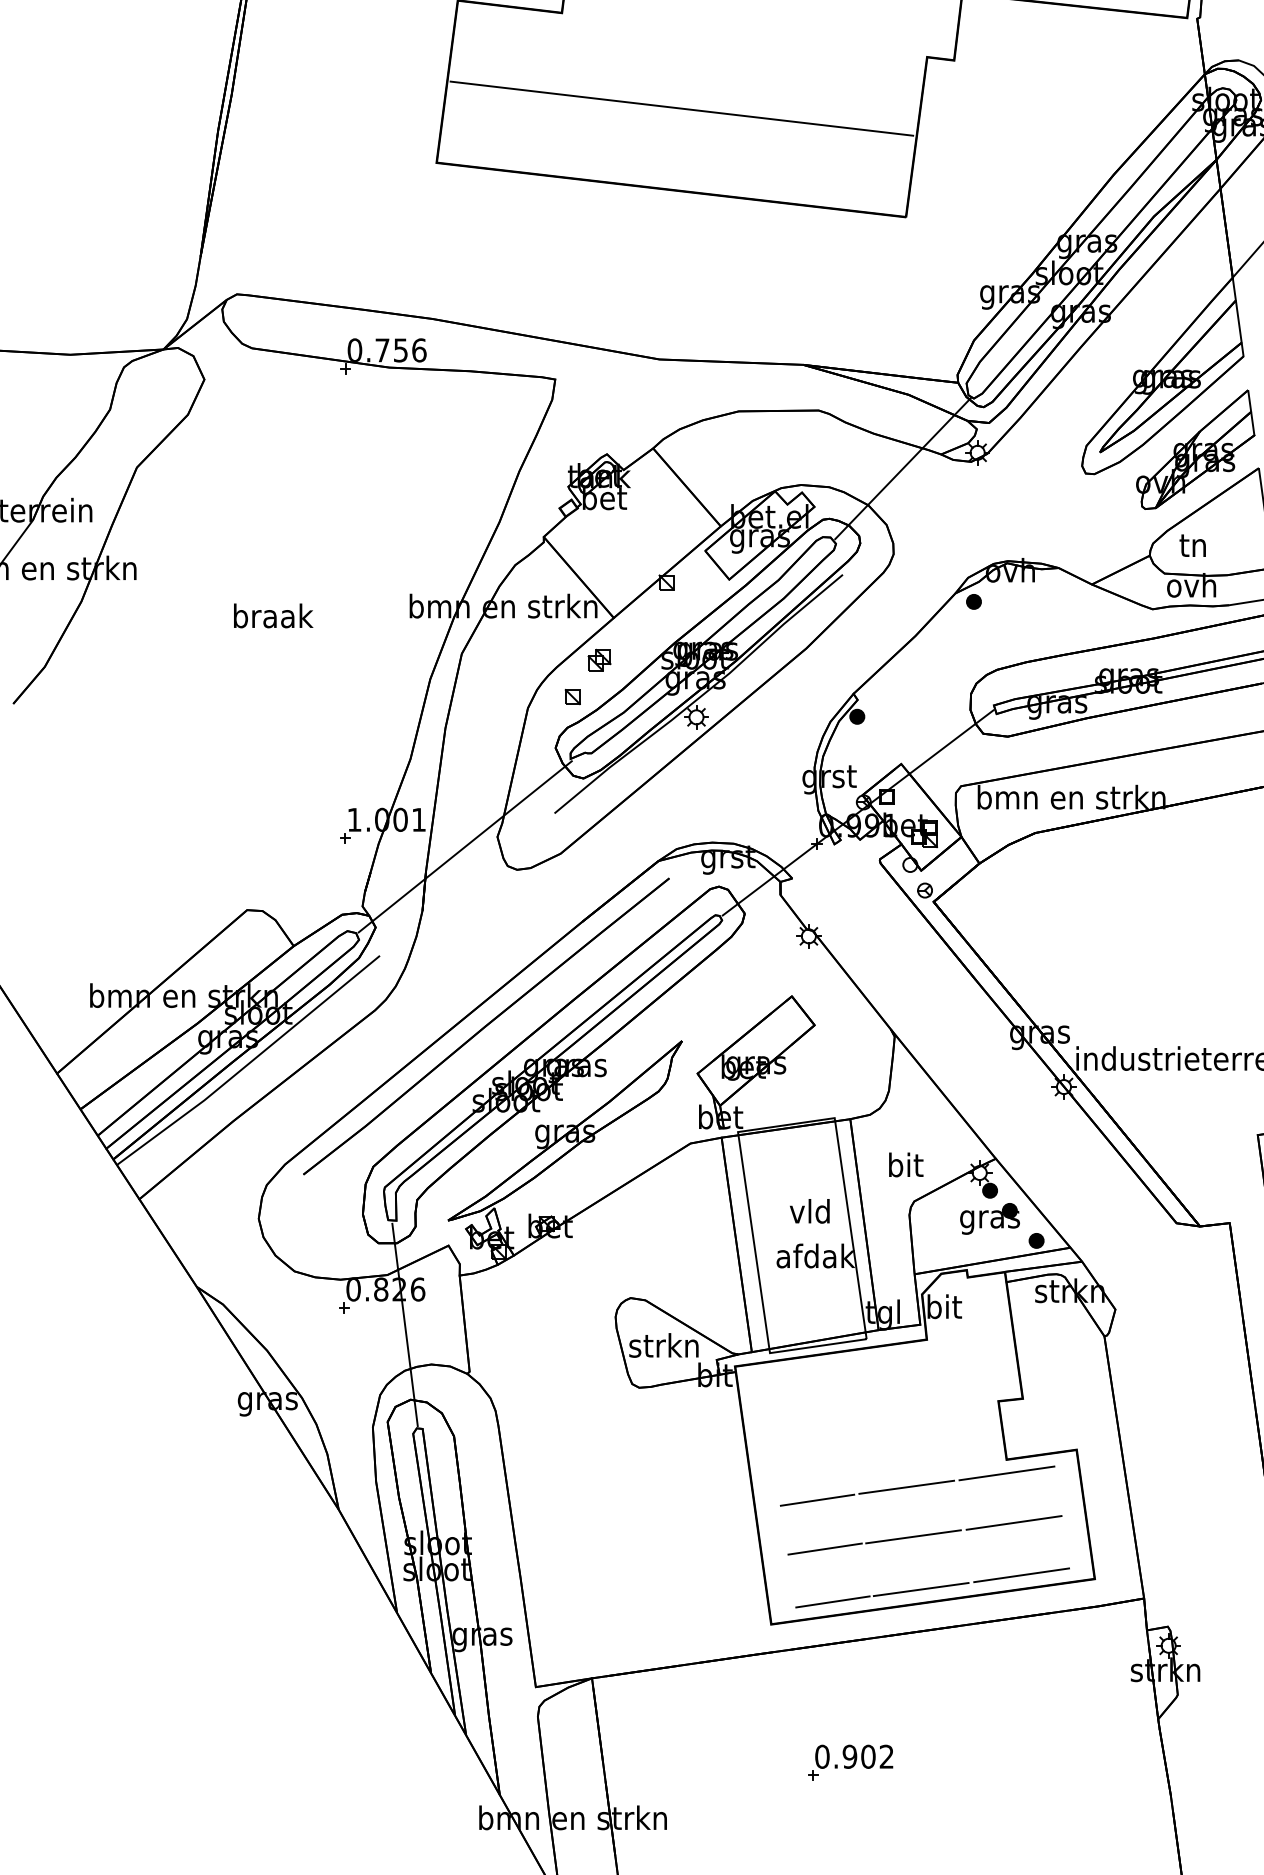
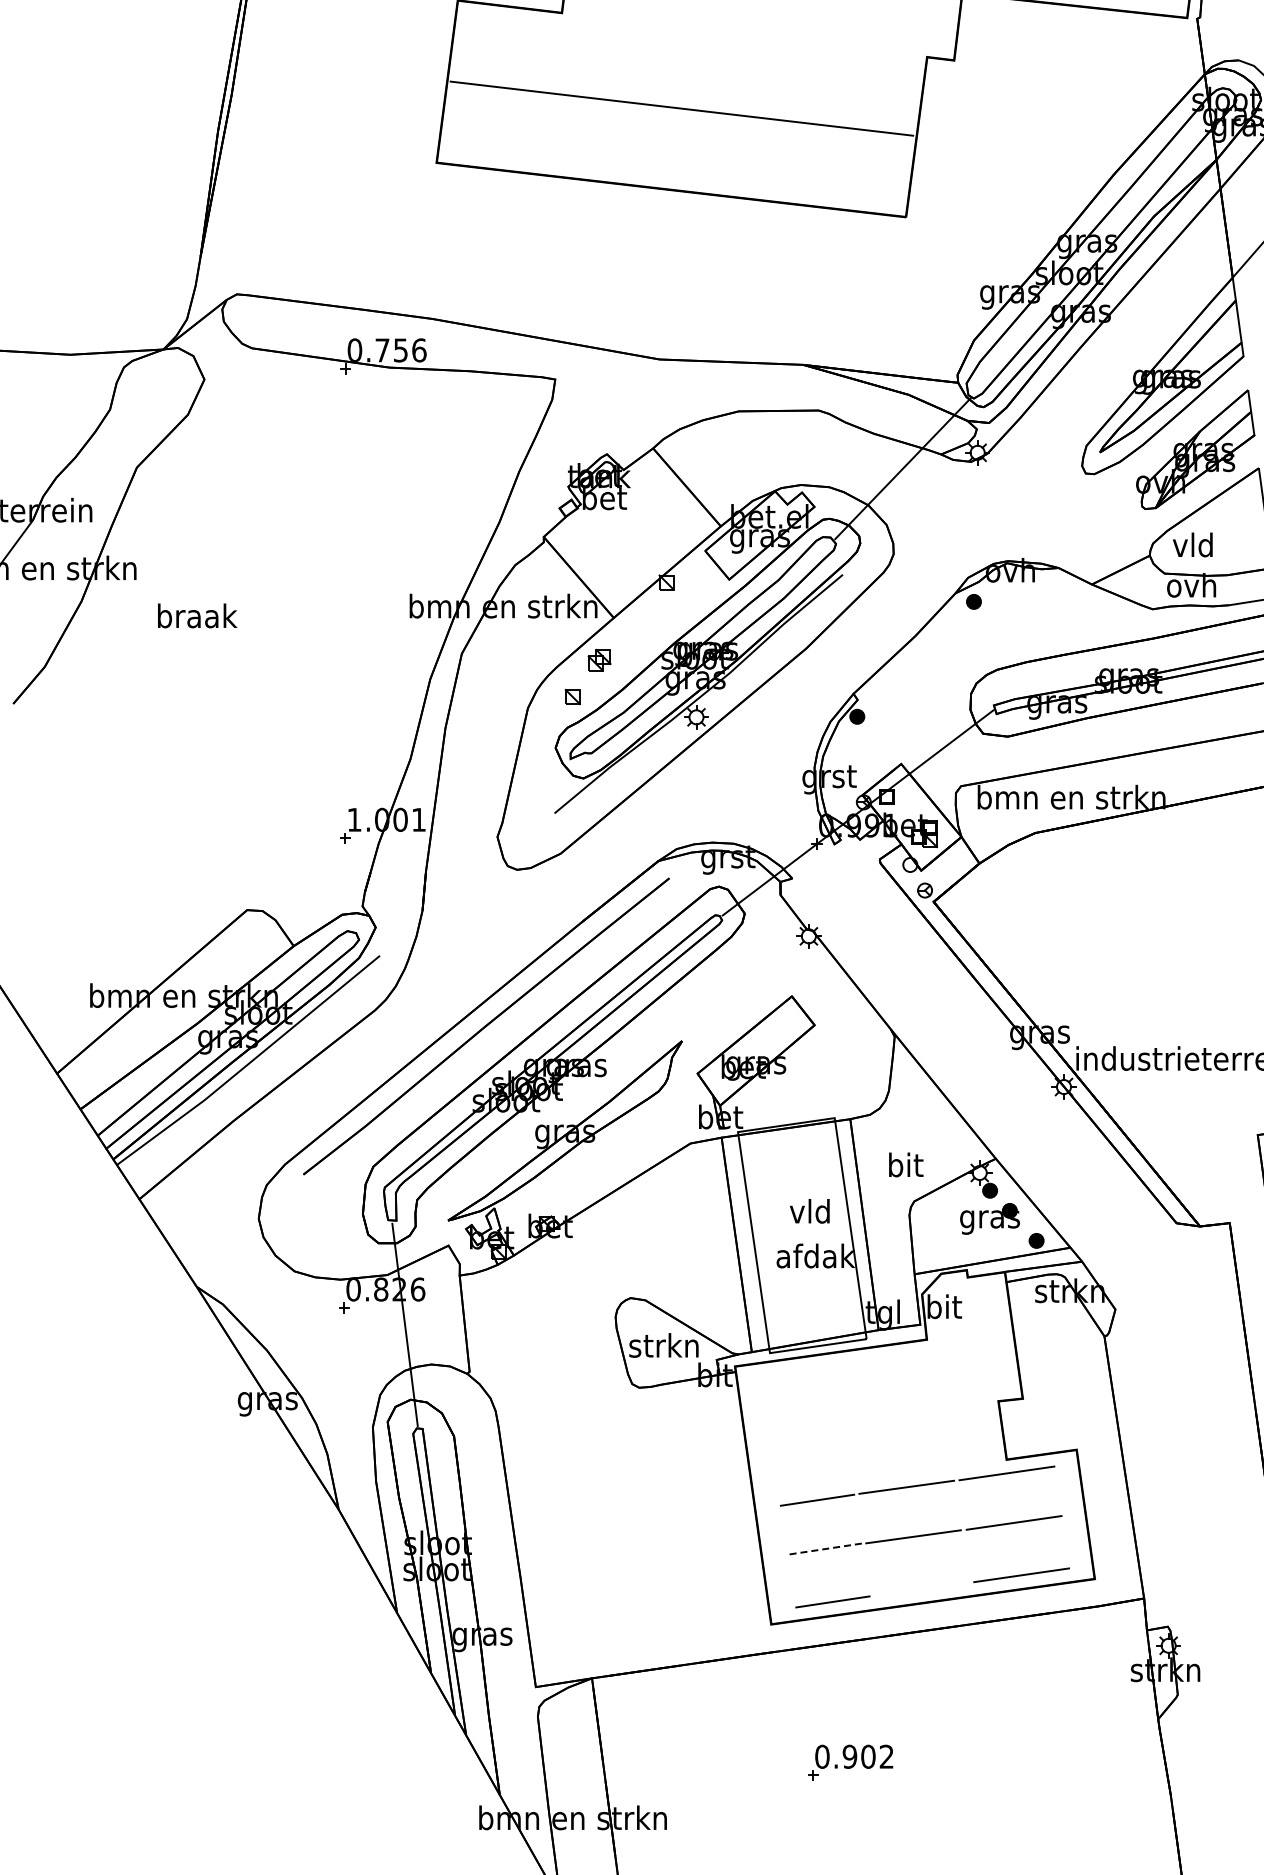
text at (1192, 544): tn -> vld
text at (273, 615) position: (273, 615) -> (197, 615)
line at (464, 846): present -> none
line at (824, 1549): solid -> dashed
line at (920, 1589): present -> none
